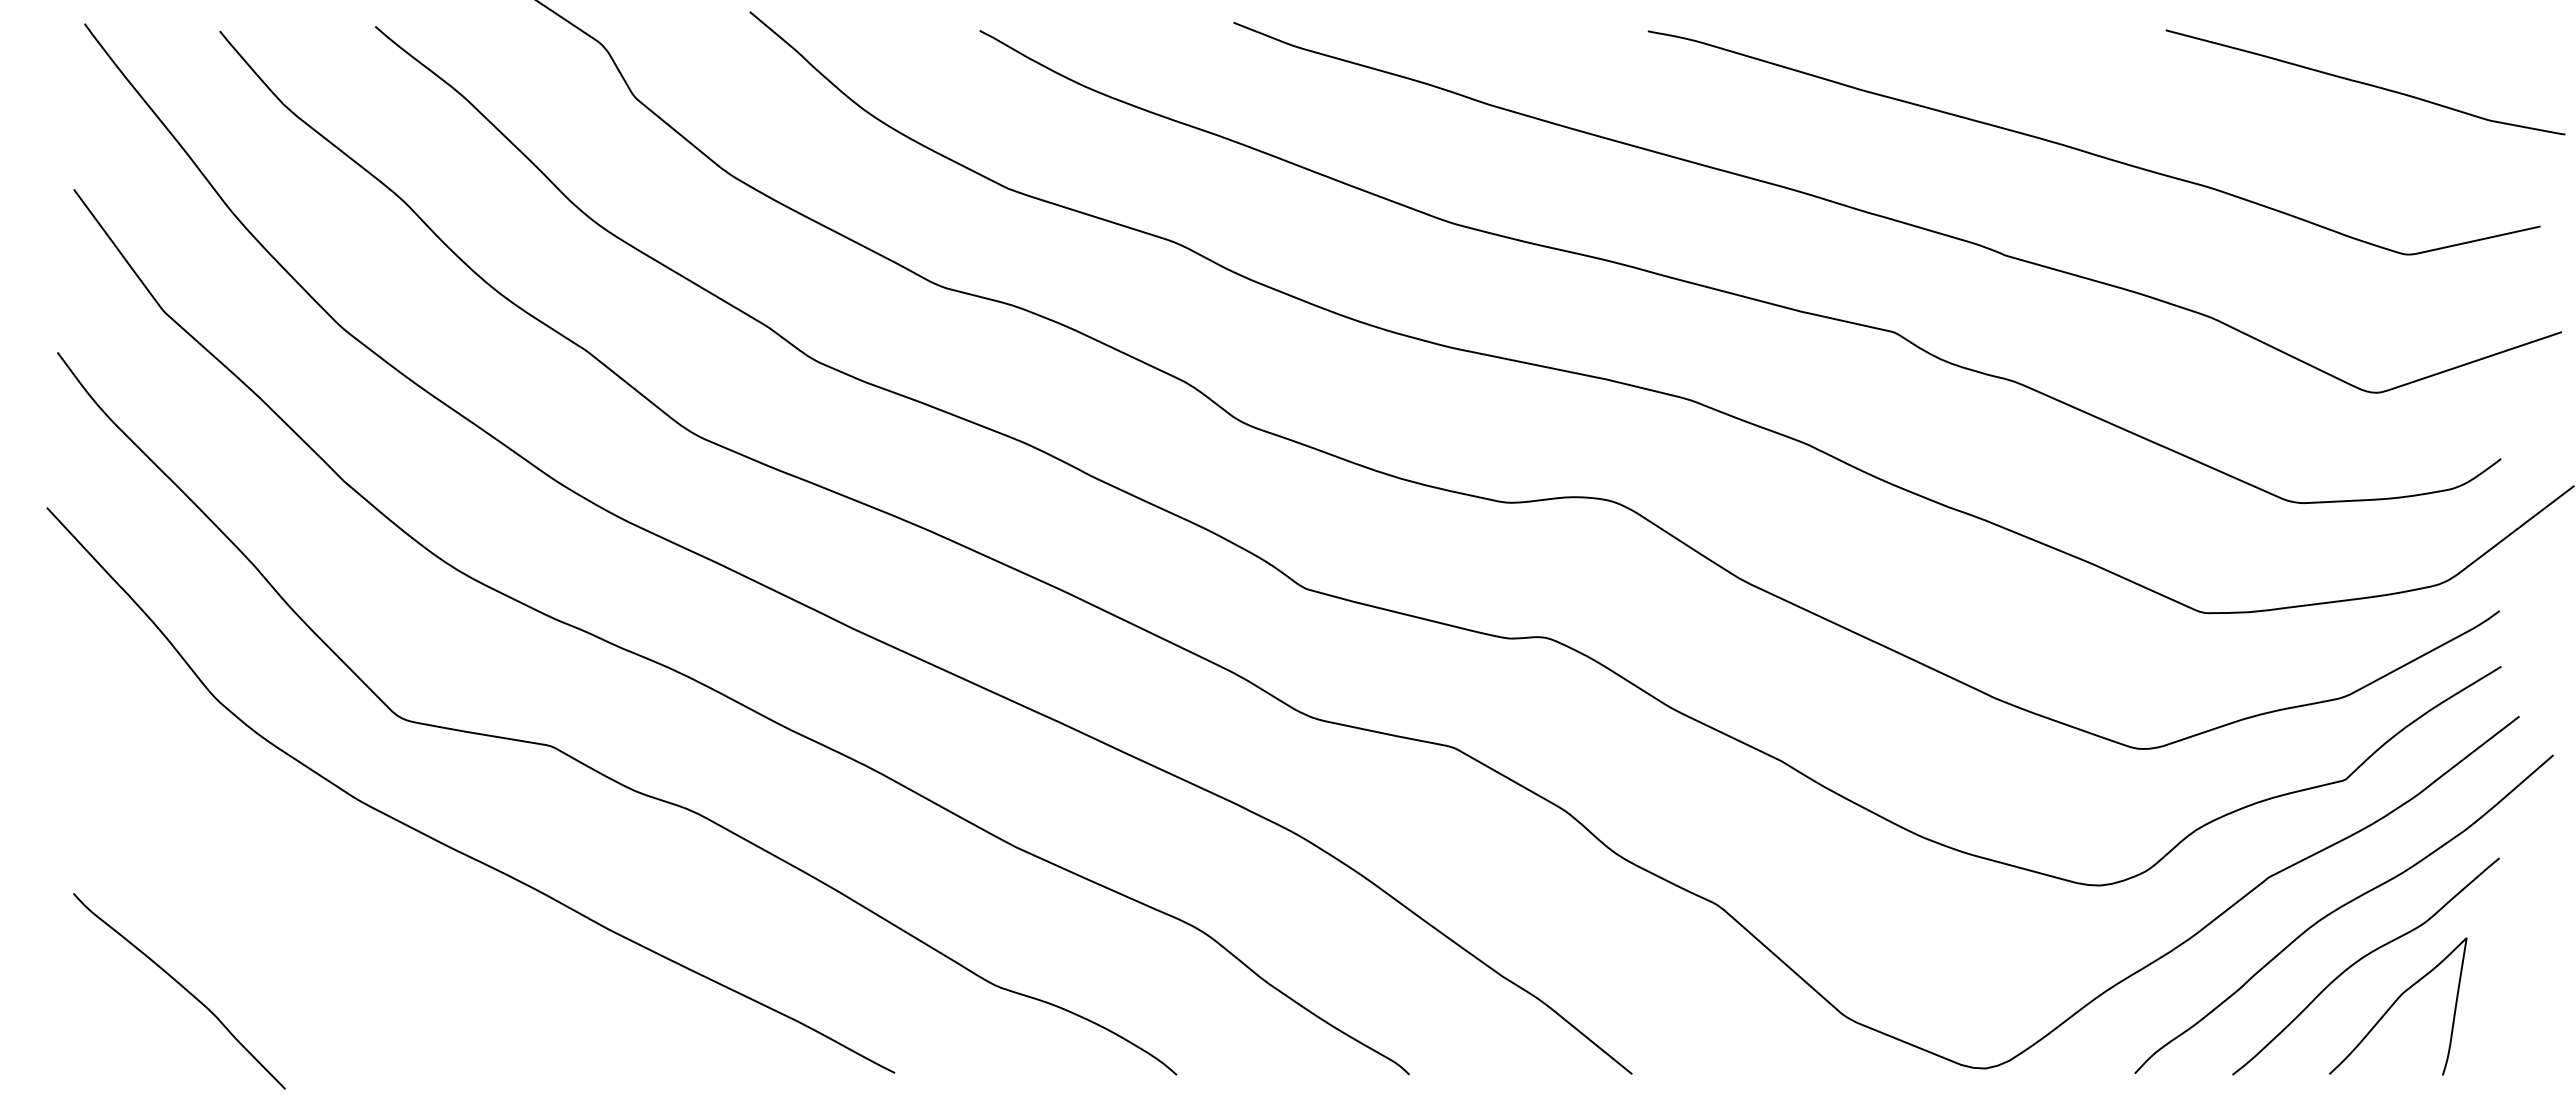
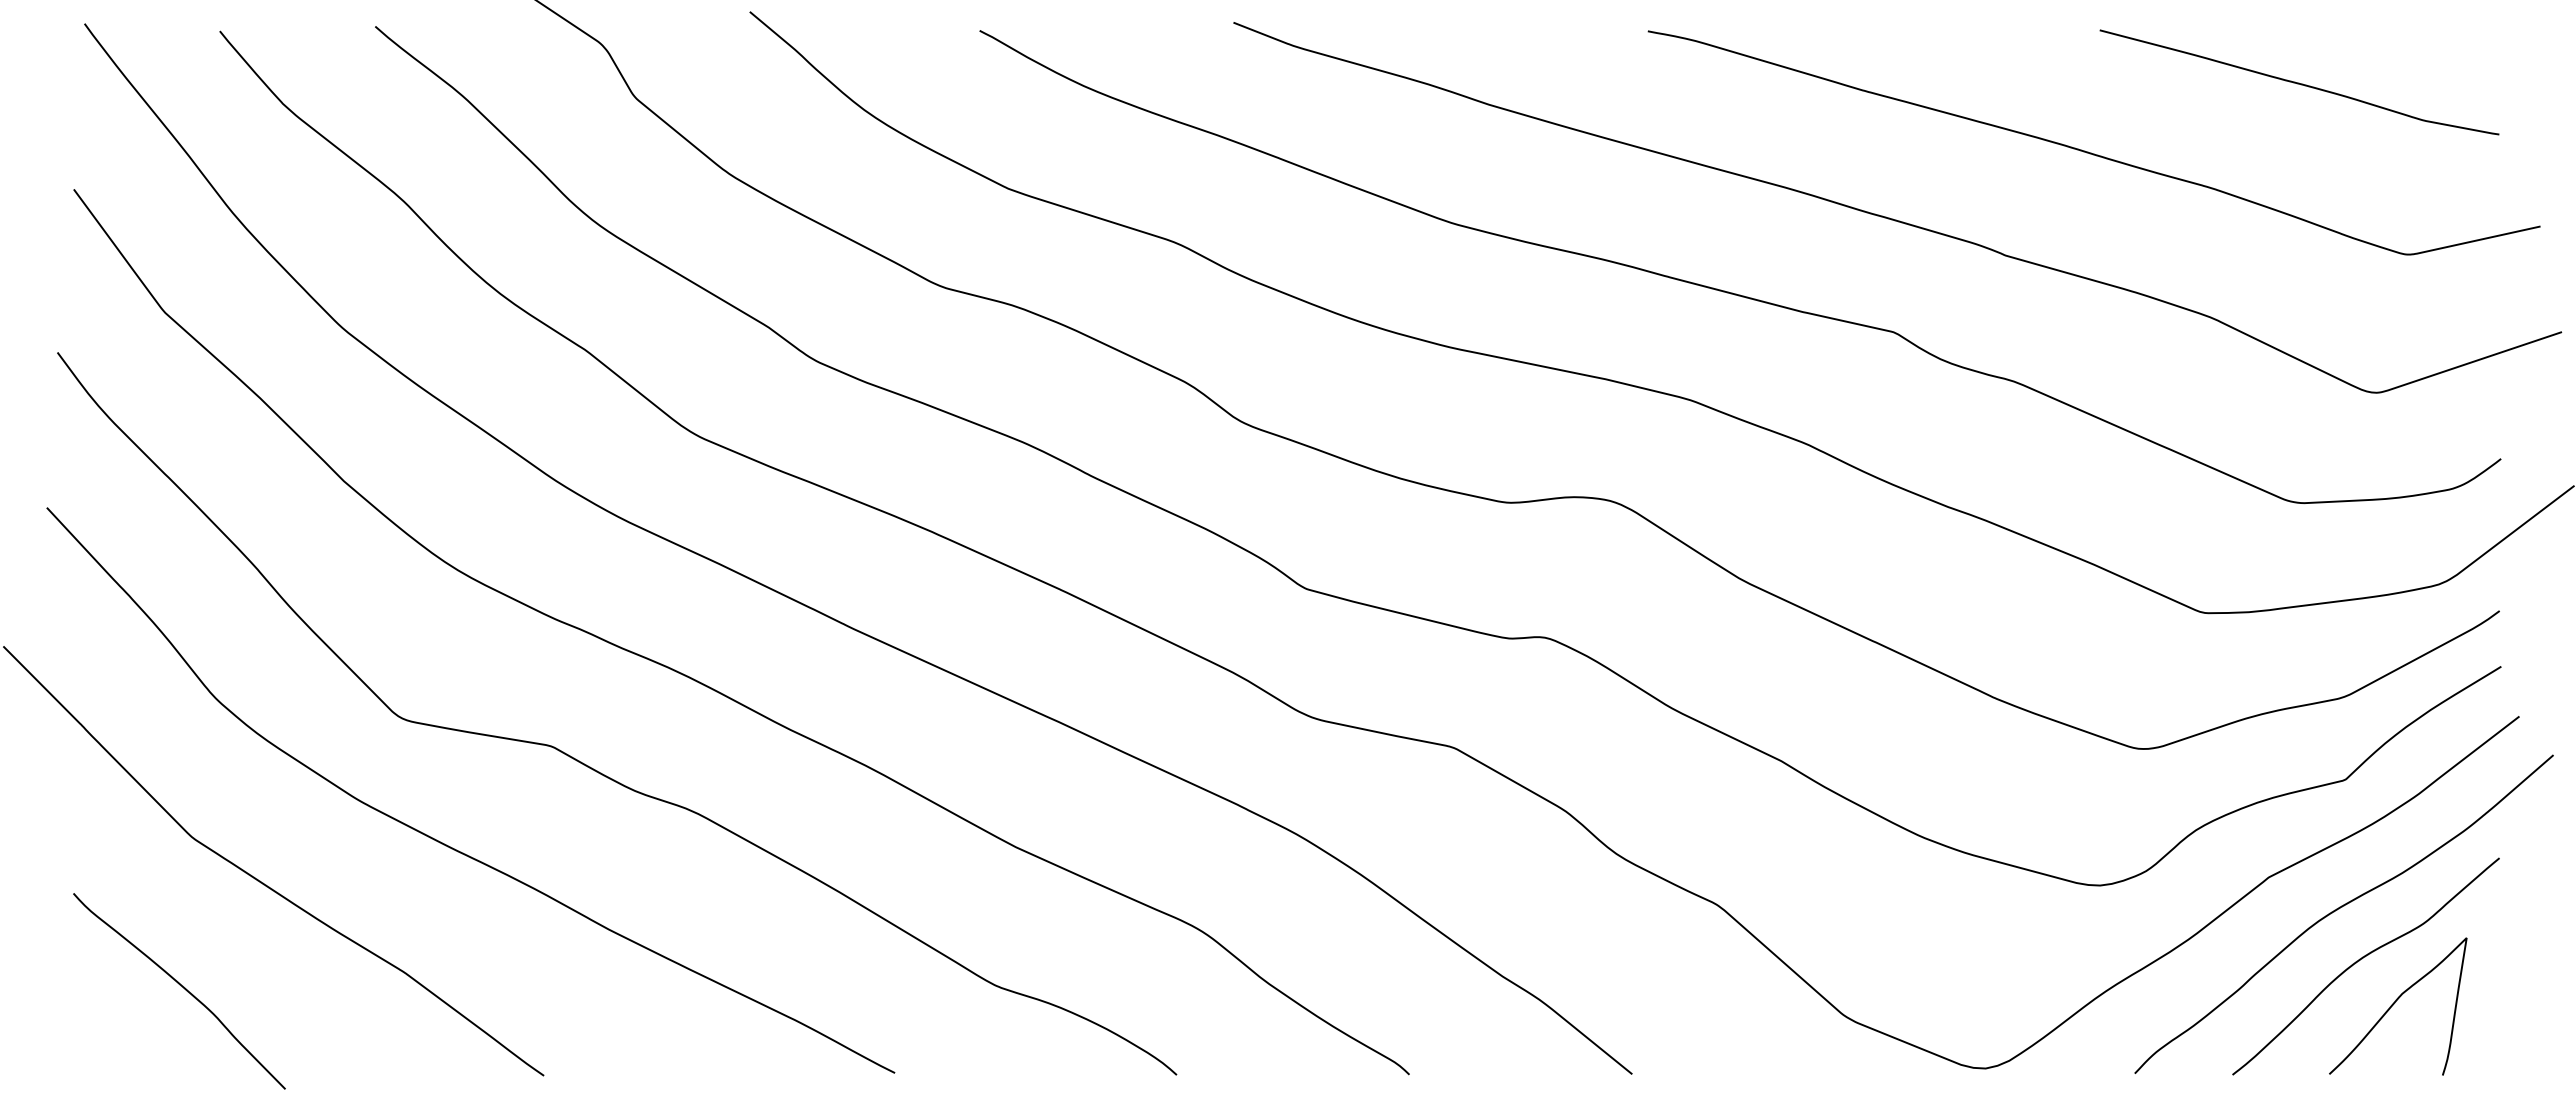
curve at (2365, 82) position: (2365, 82) -> (2299, 82)
curve at (260, 880): none -> present
